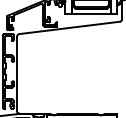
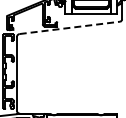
line at (69, 27): solid -> dashed
